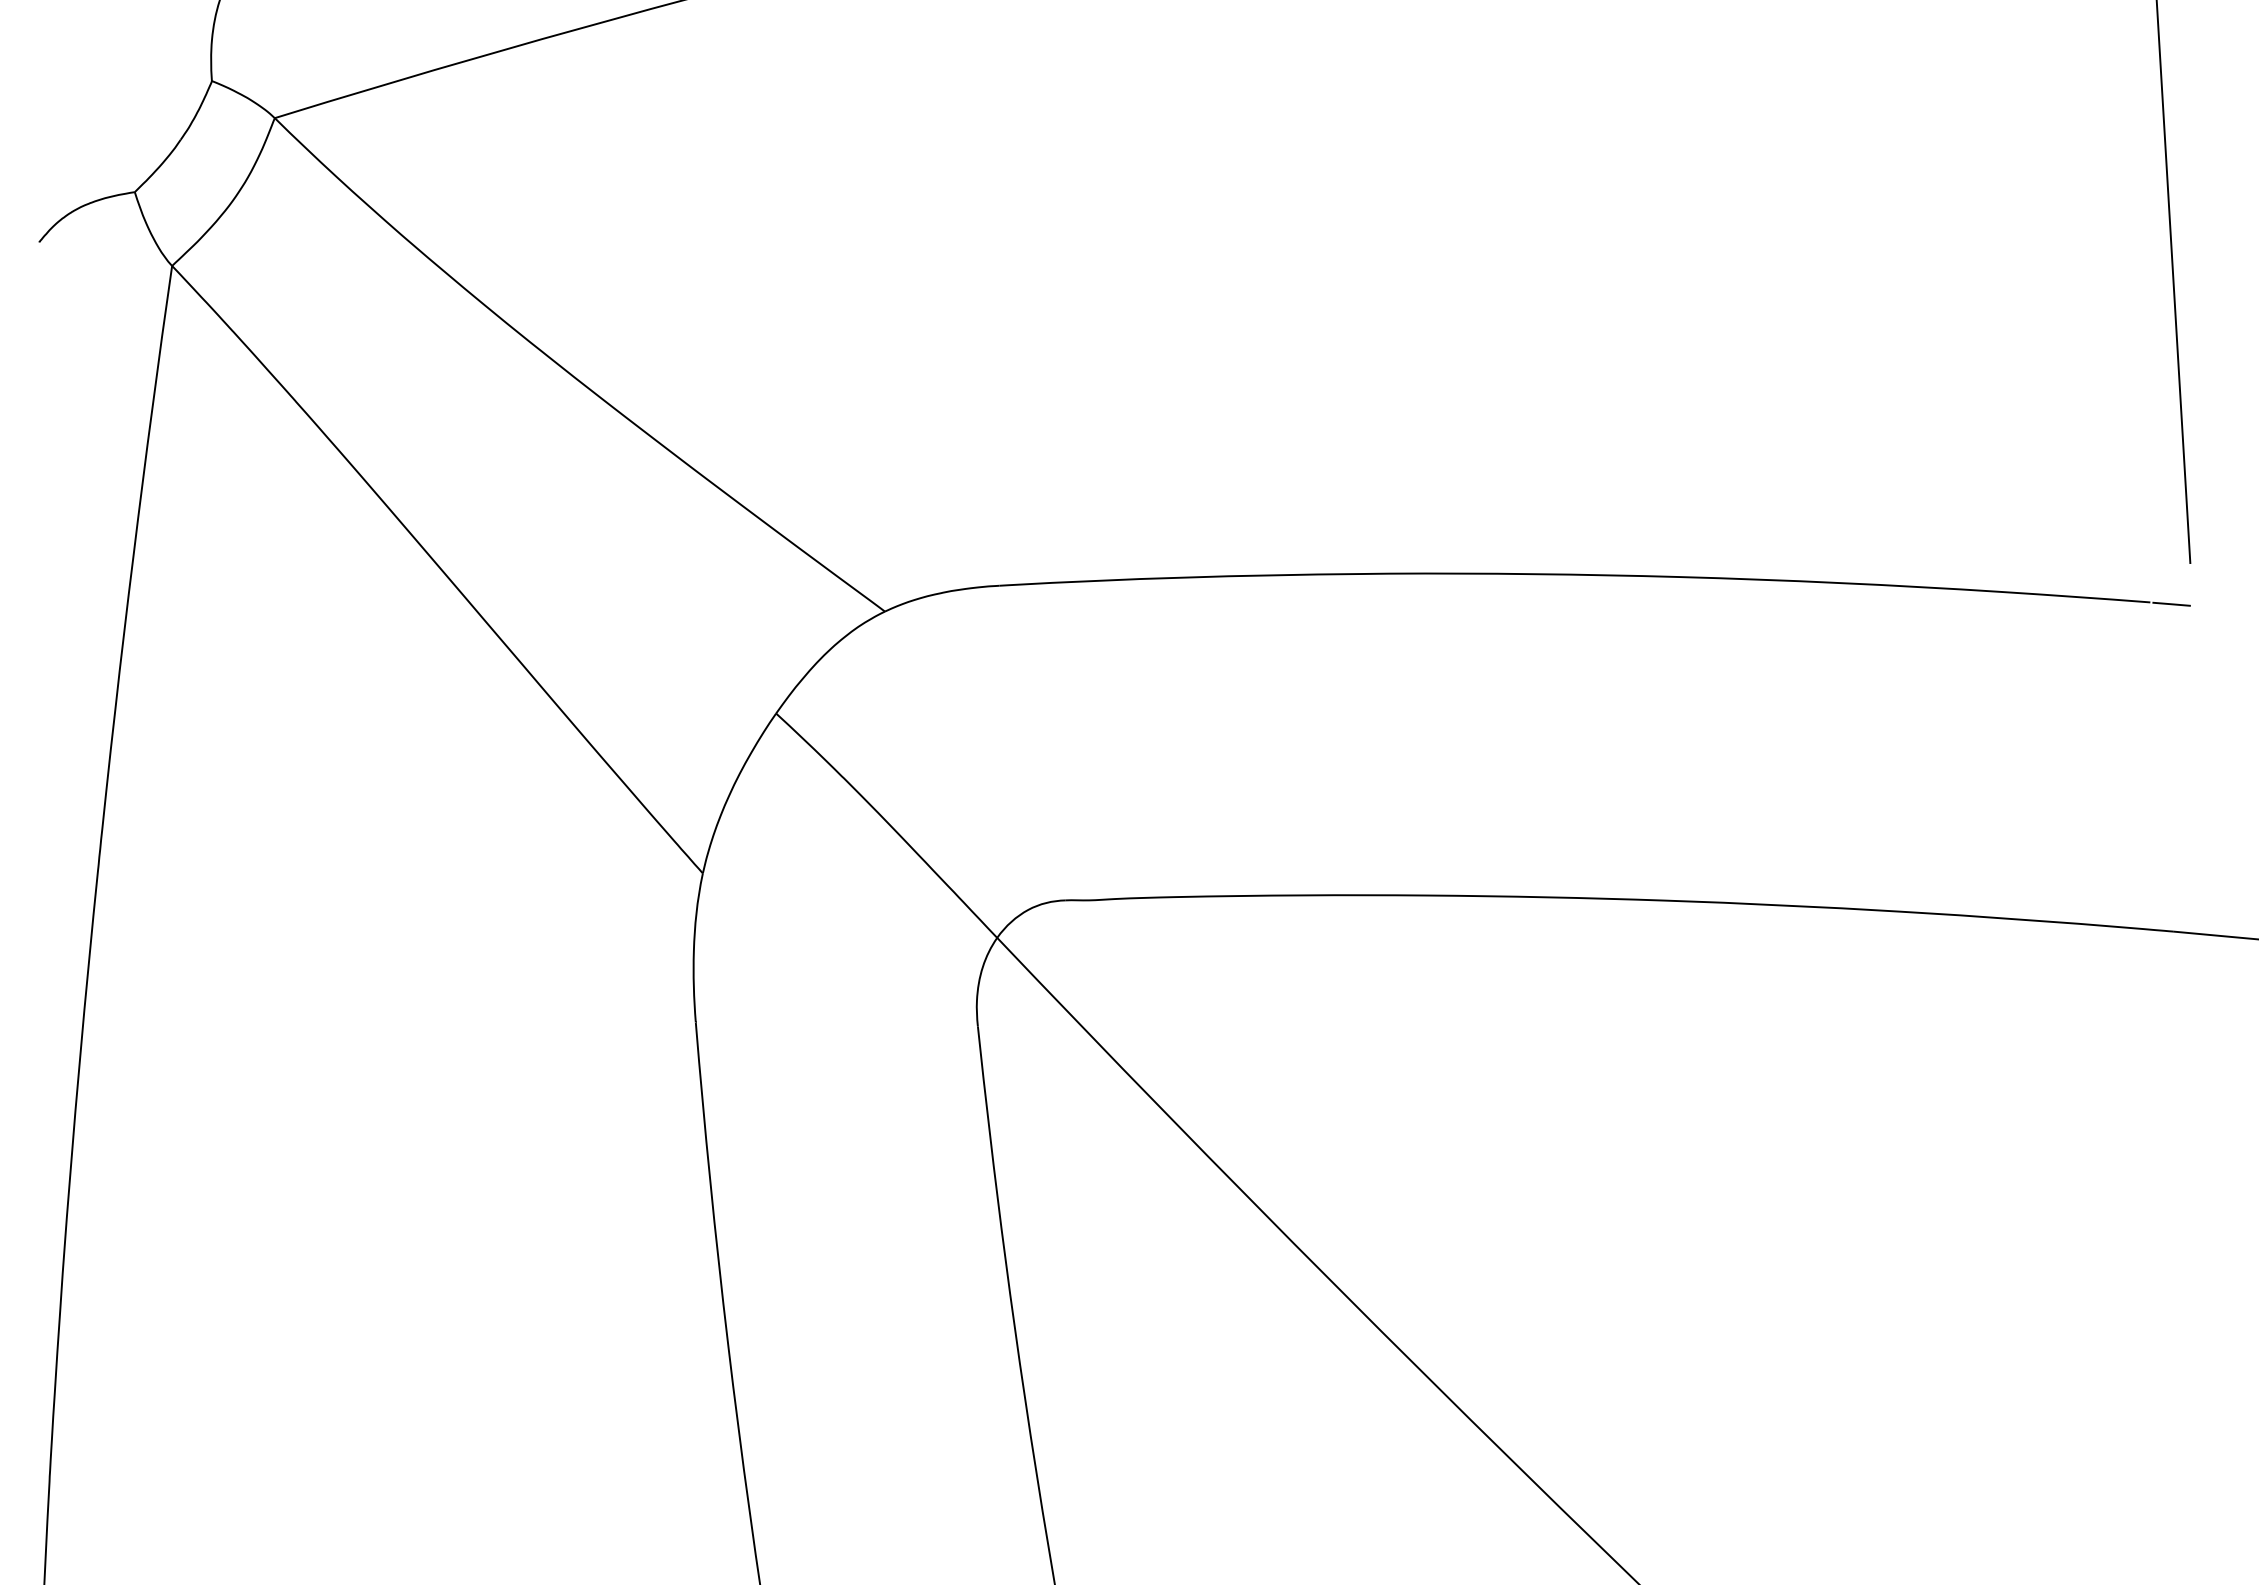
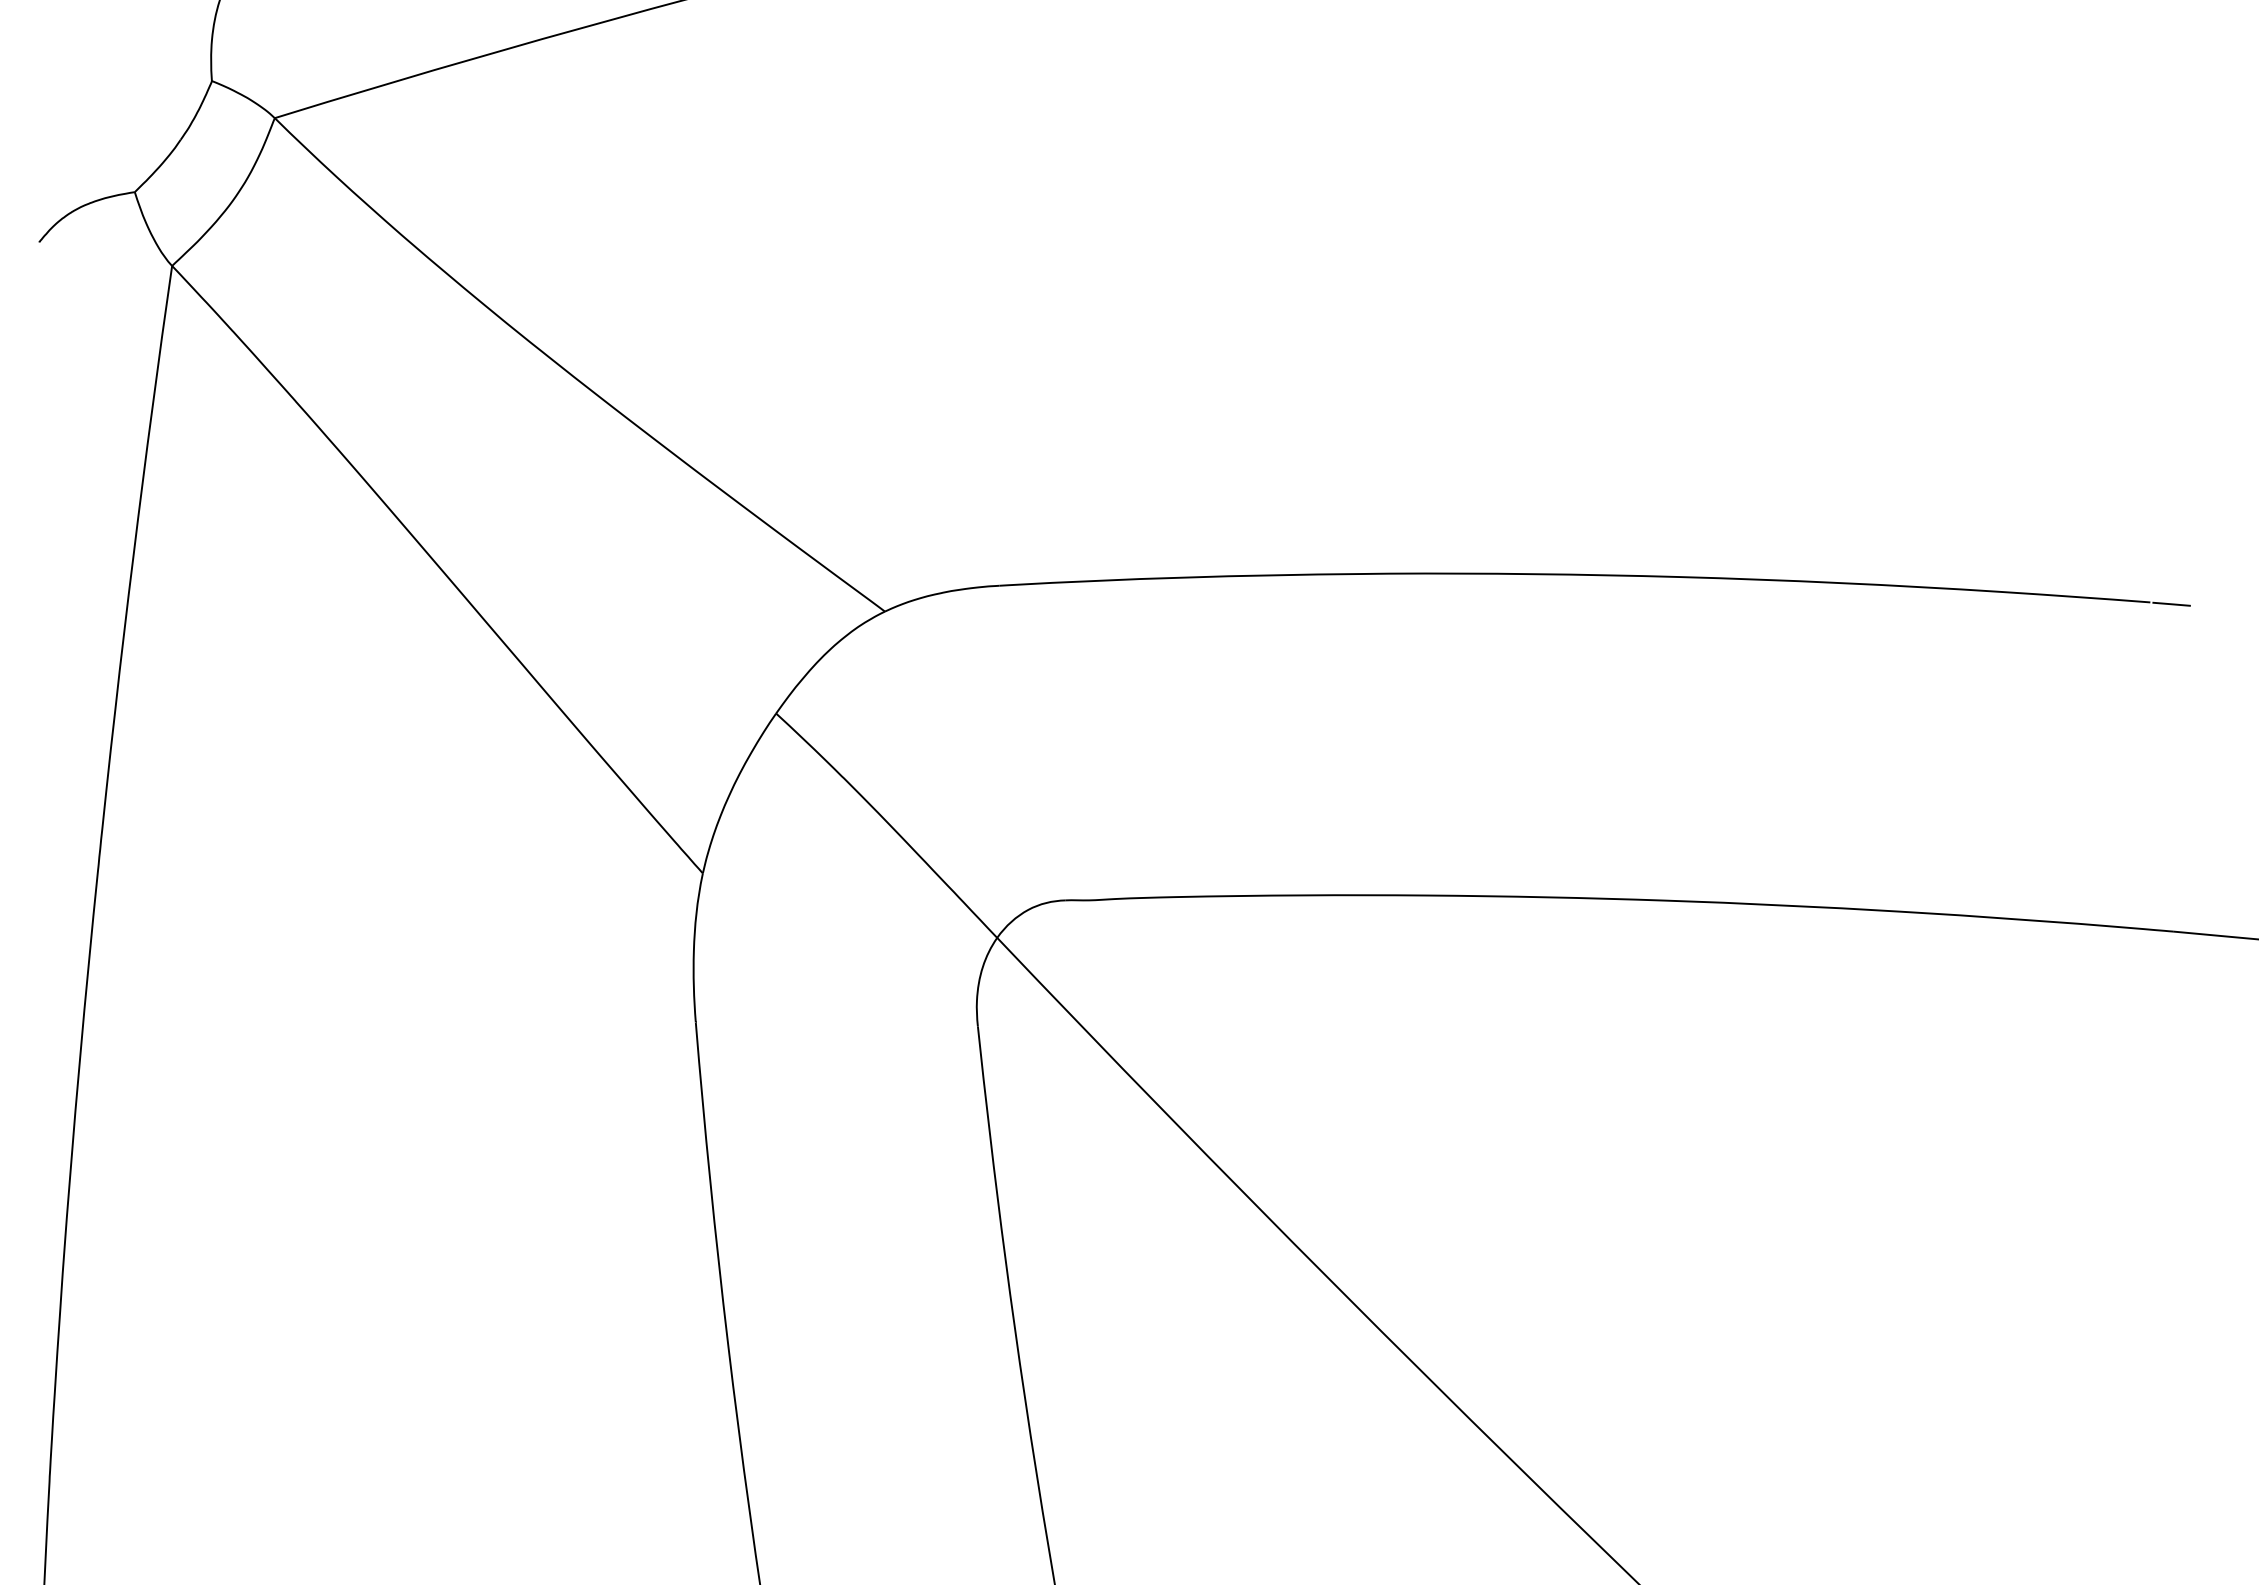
line at (2173, 282): present -> none
